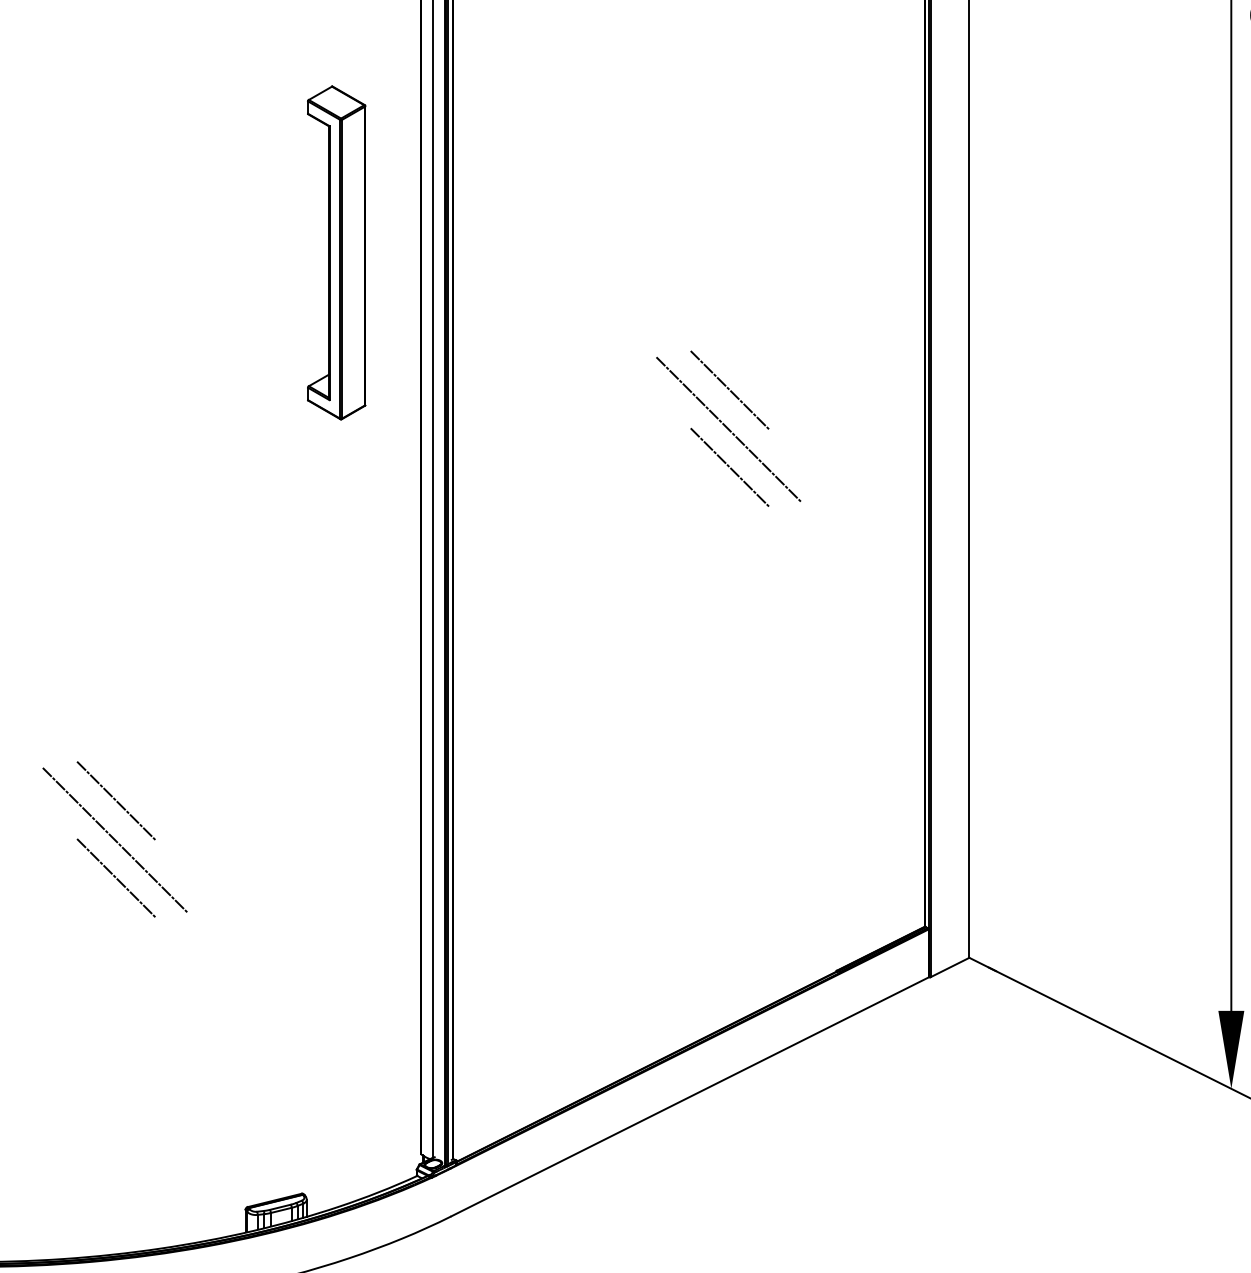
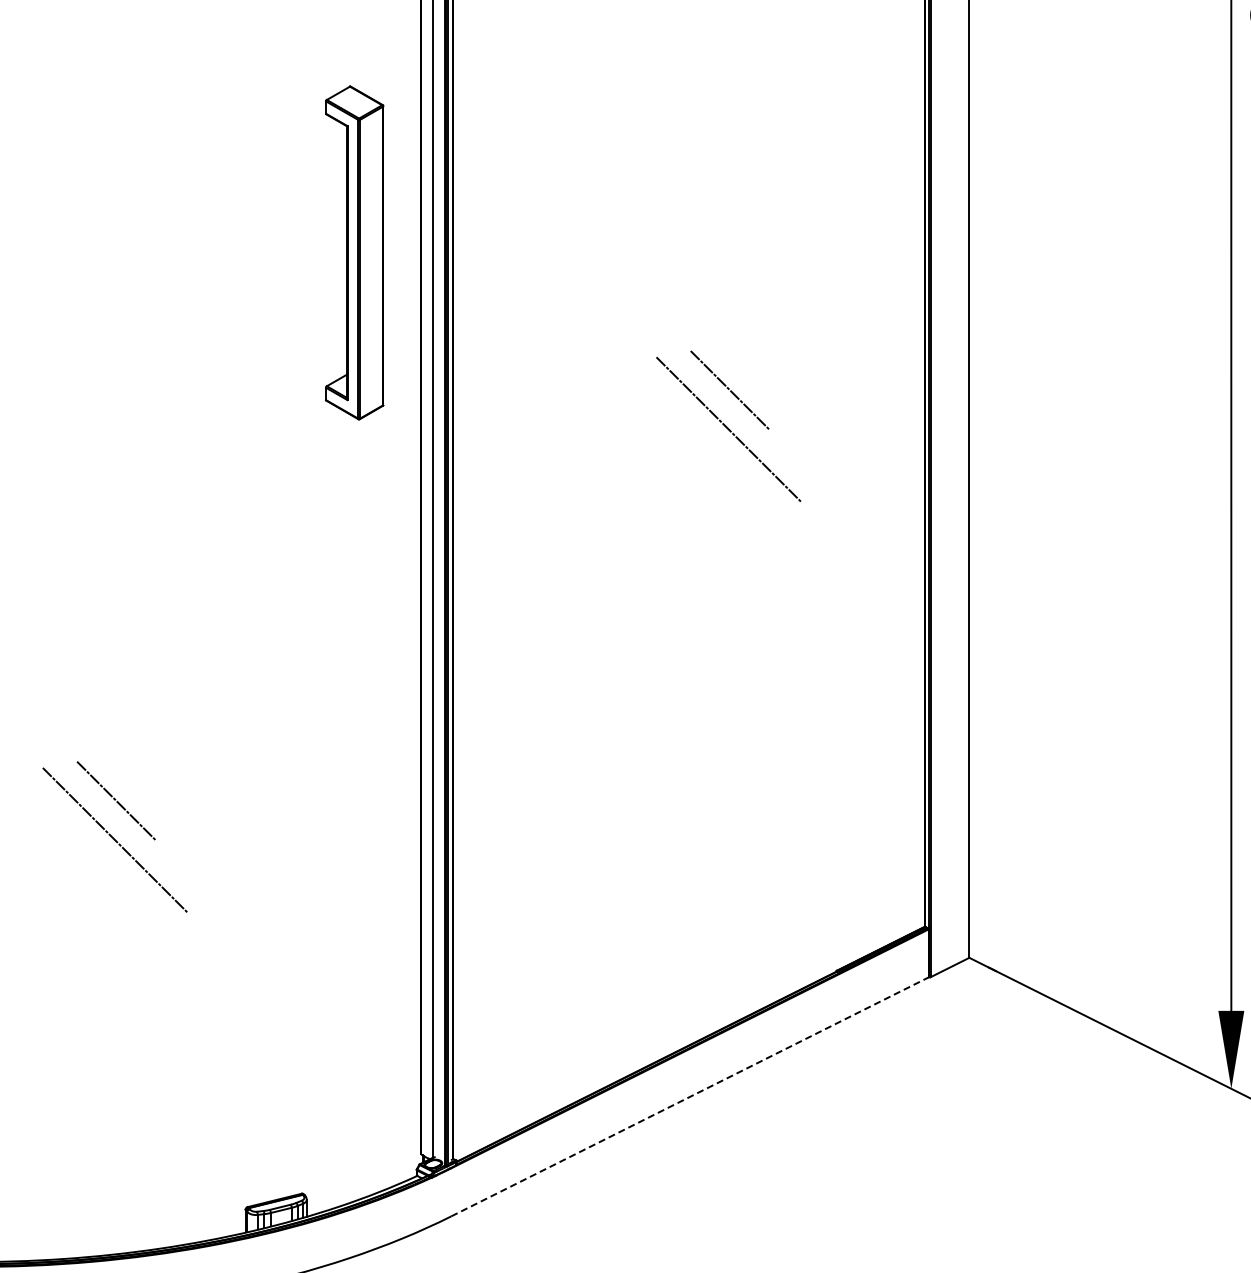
part at (336, 252) position: (336, 252) -> (354, 252)
line at (729, 467): present -> none
line at (116, 877): present -> none
line at (690, 1096): solid -> dashed
